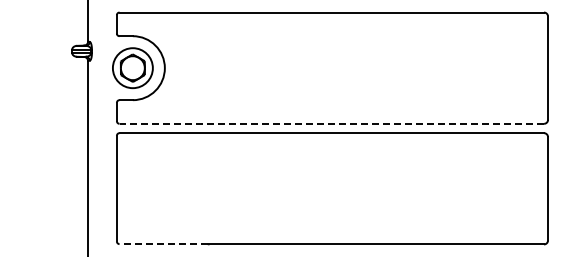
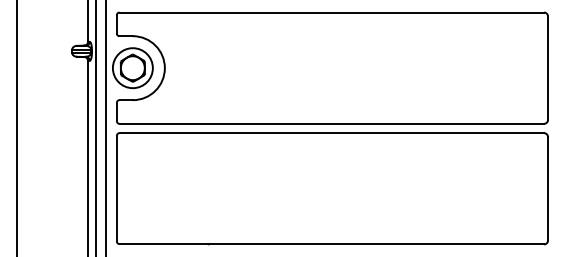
line at (331, 123): dashed -> solid
line at (16, 127): none -> present
line at (95, 127): none -> present
line at (106, 127): none -> present
line at (163, 244): dashed -> solid
